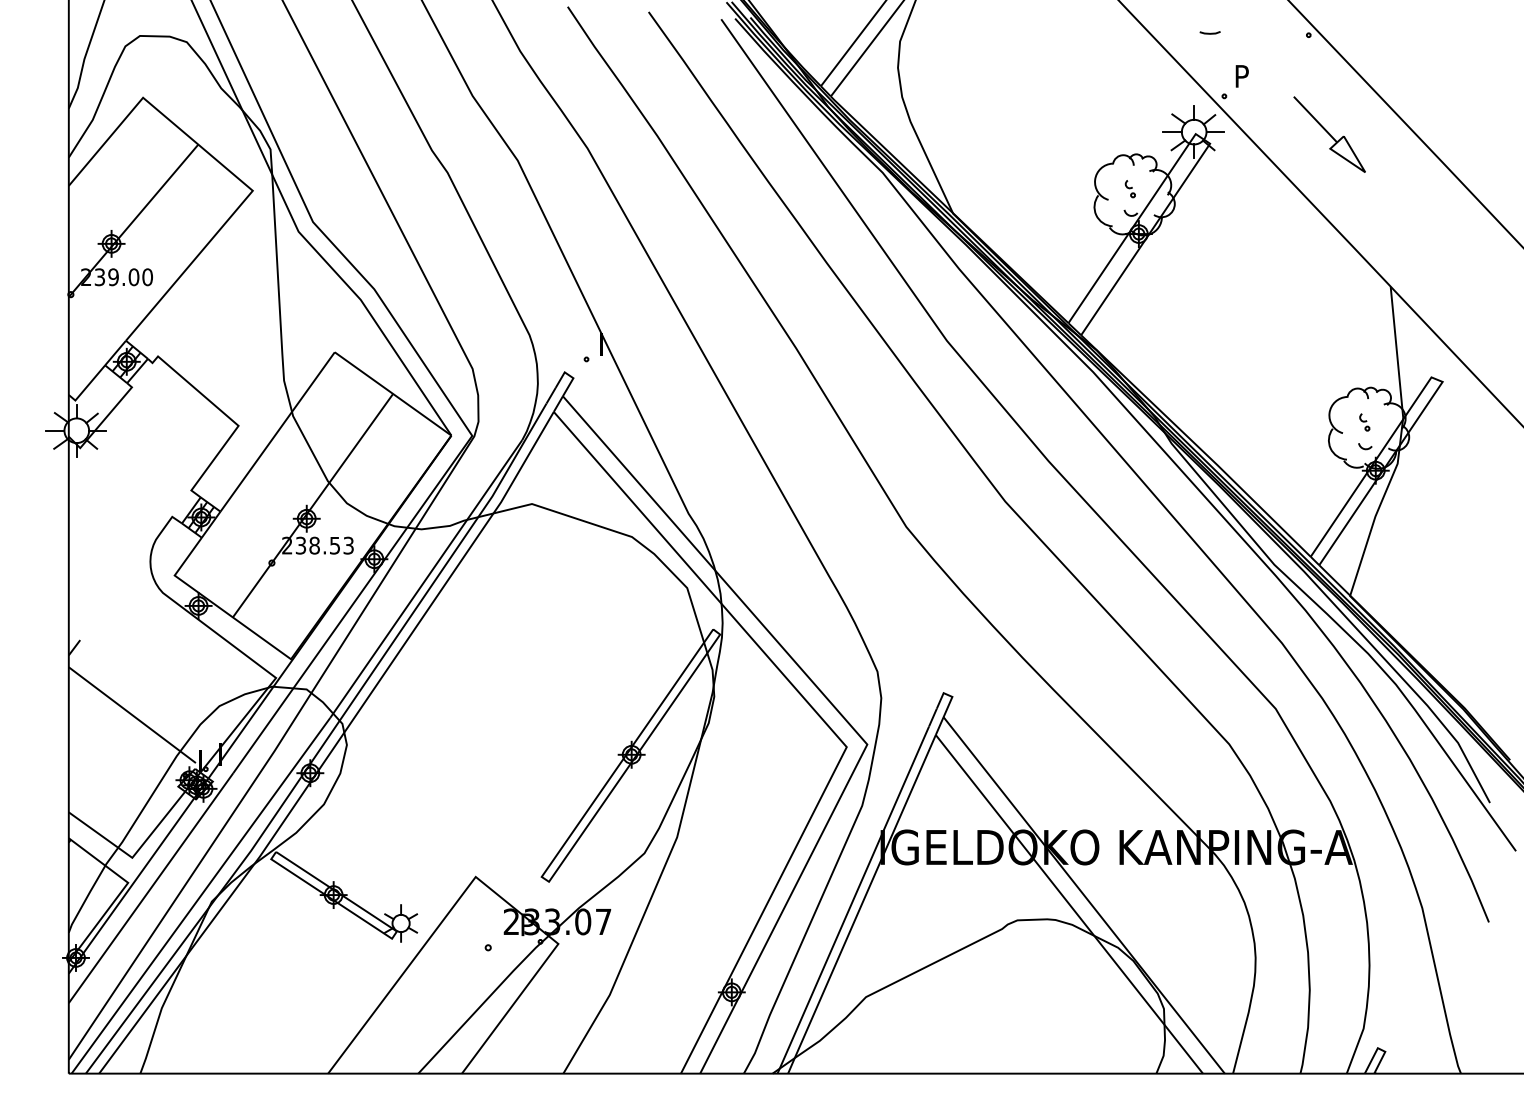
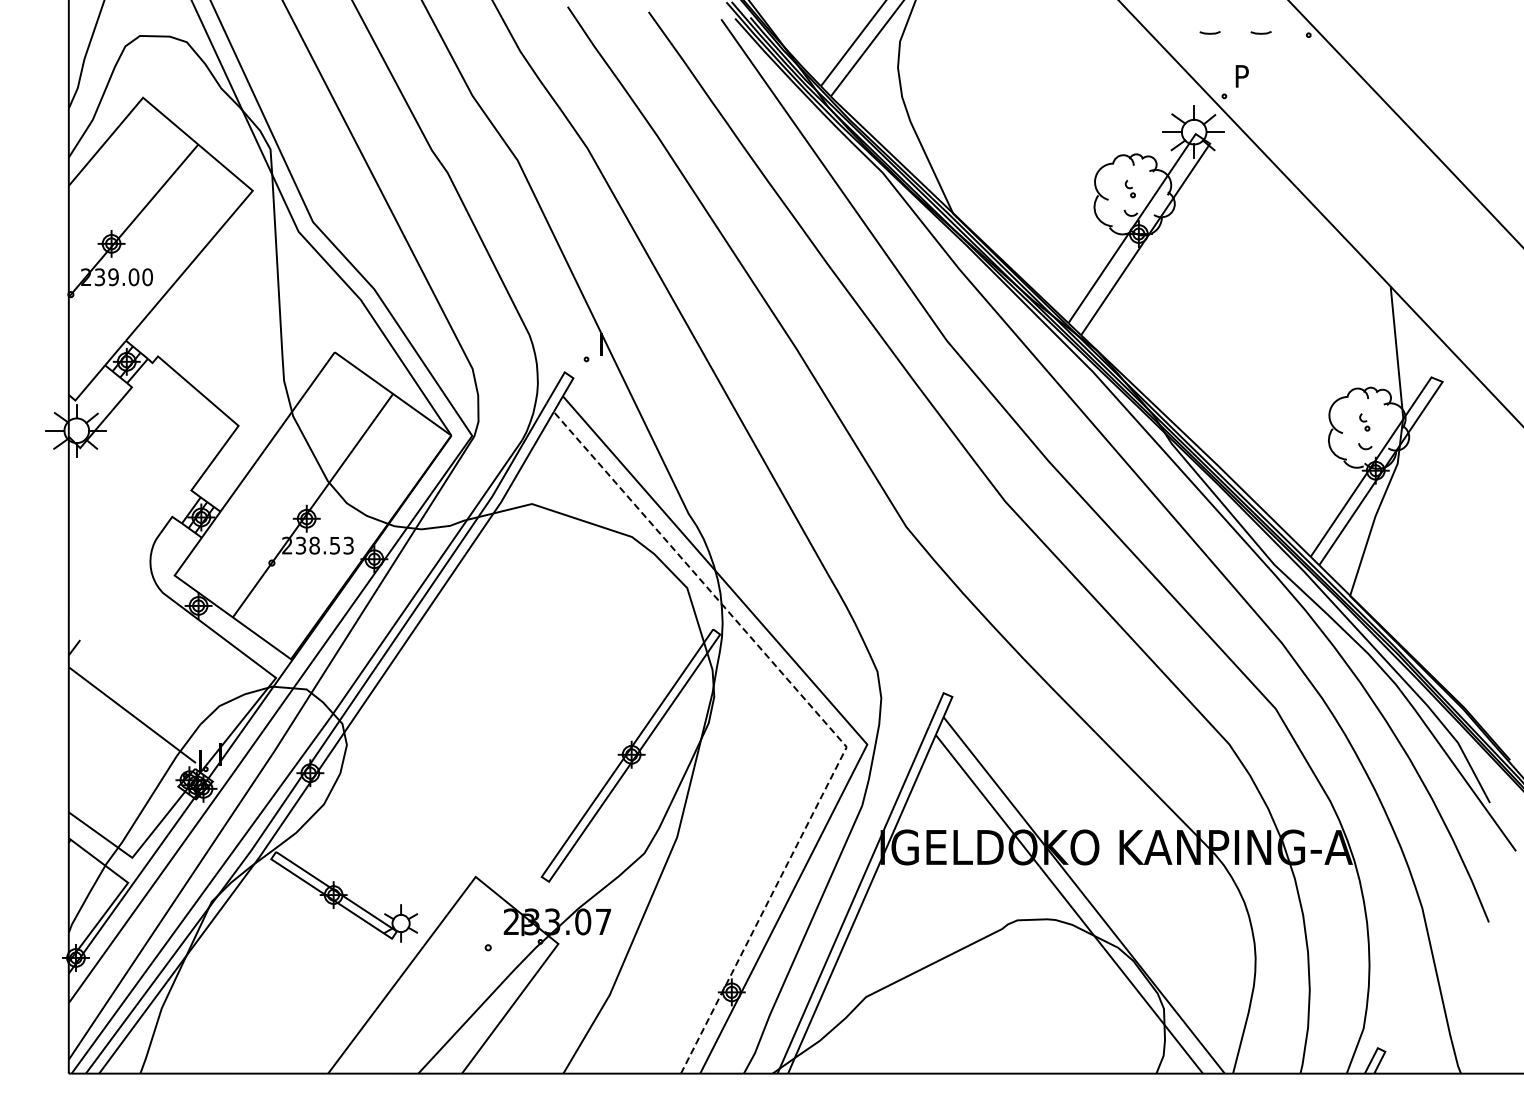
line at (1260, 32): none -> present
part at (1329, 134): present -> none
line at (821, 717): solid -> dashed
